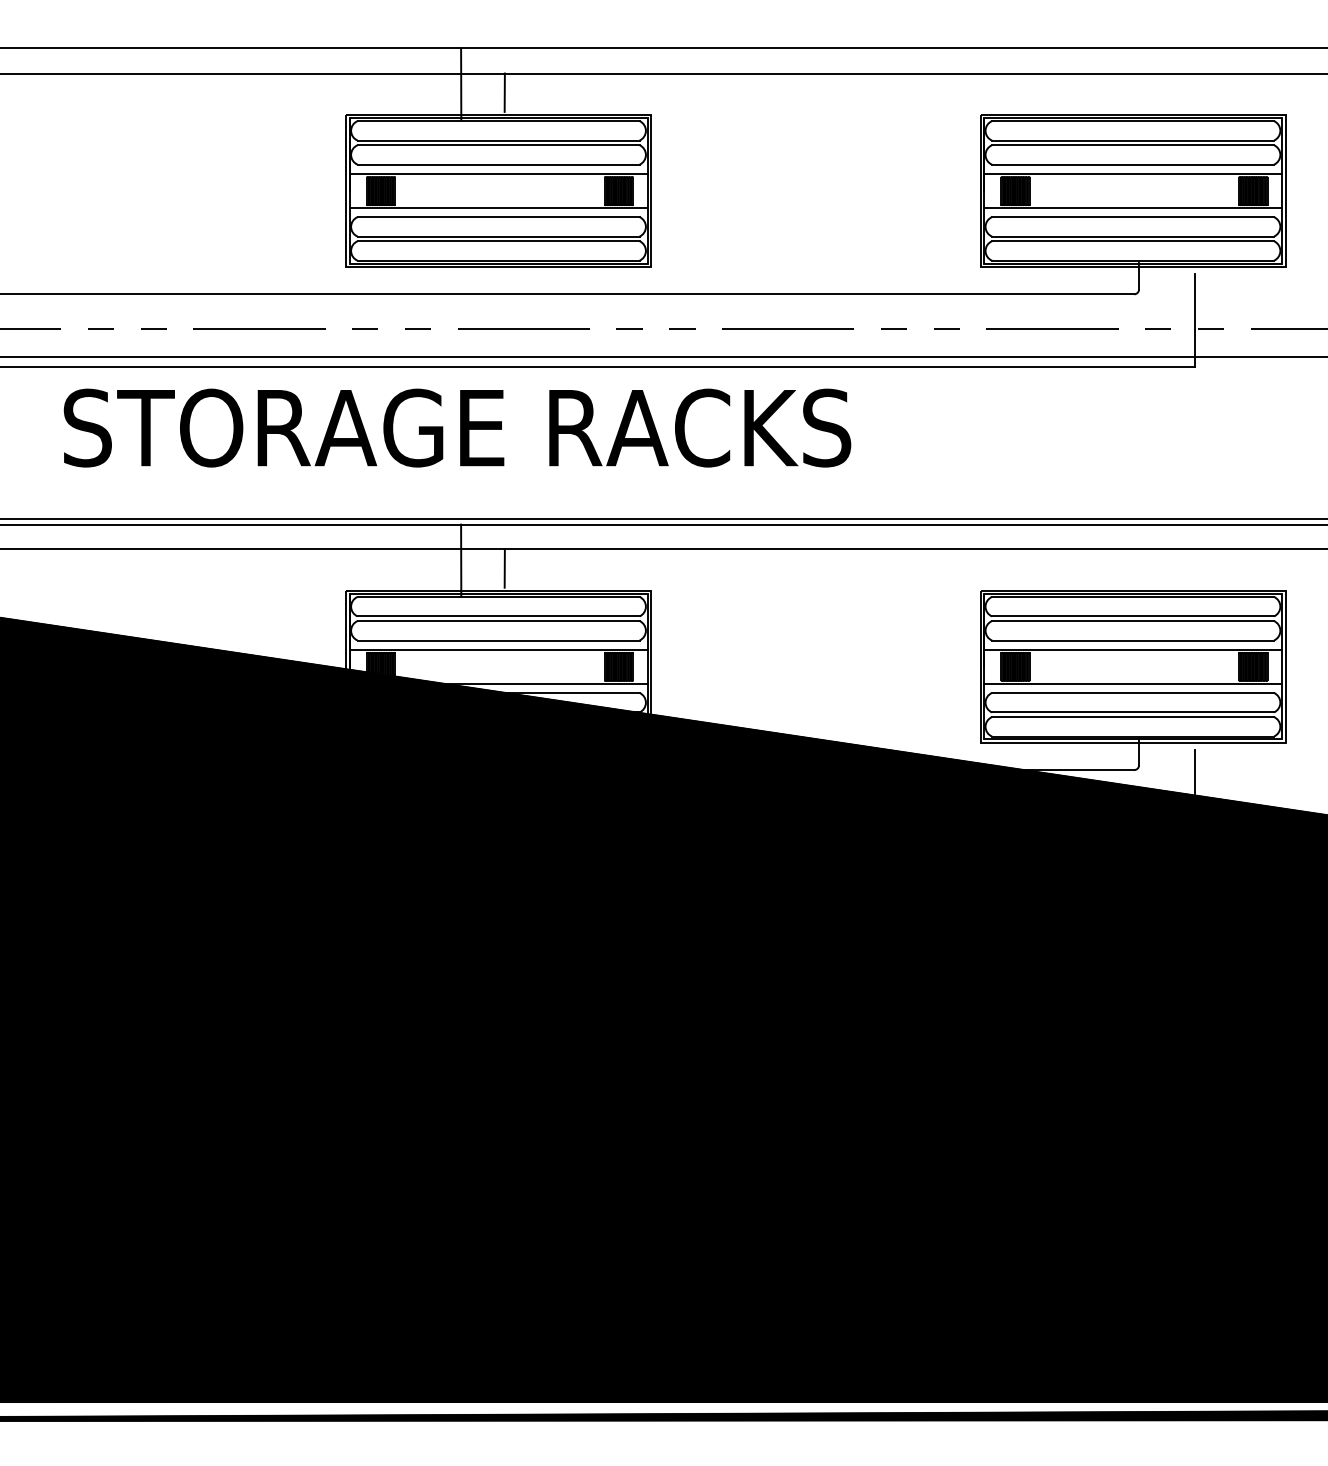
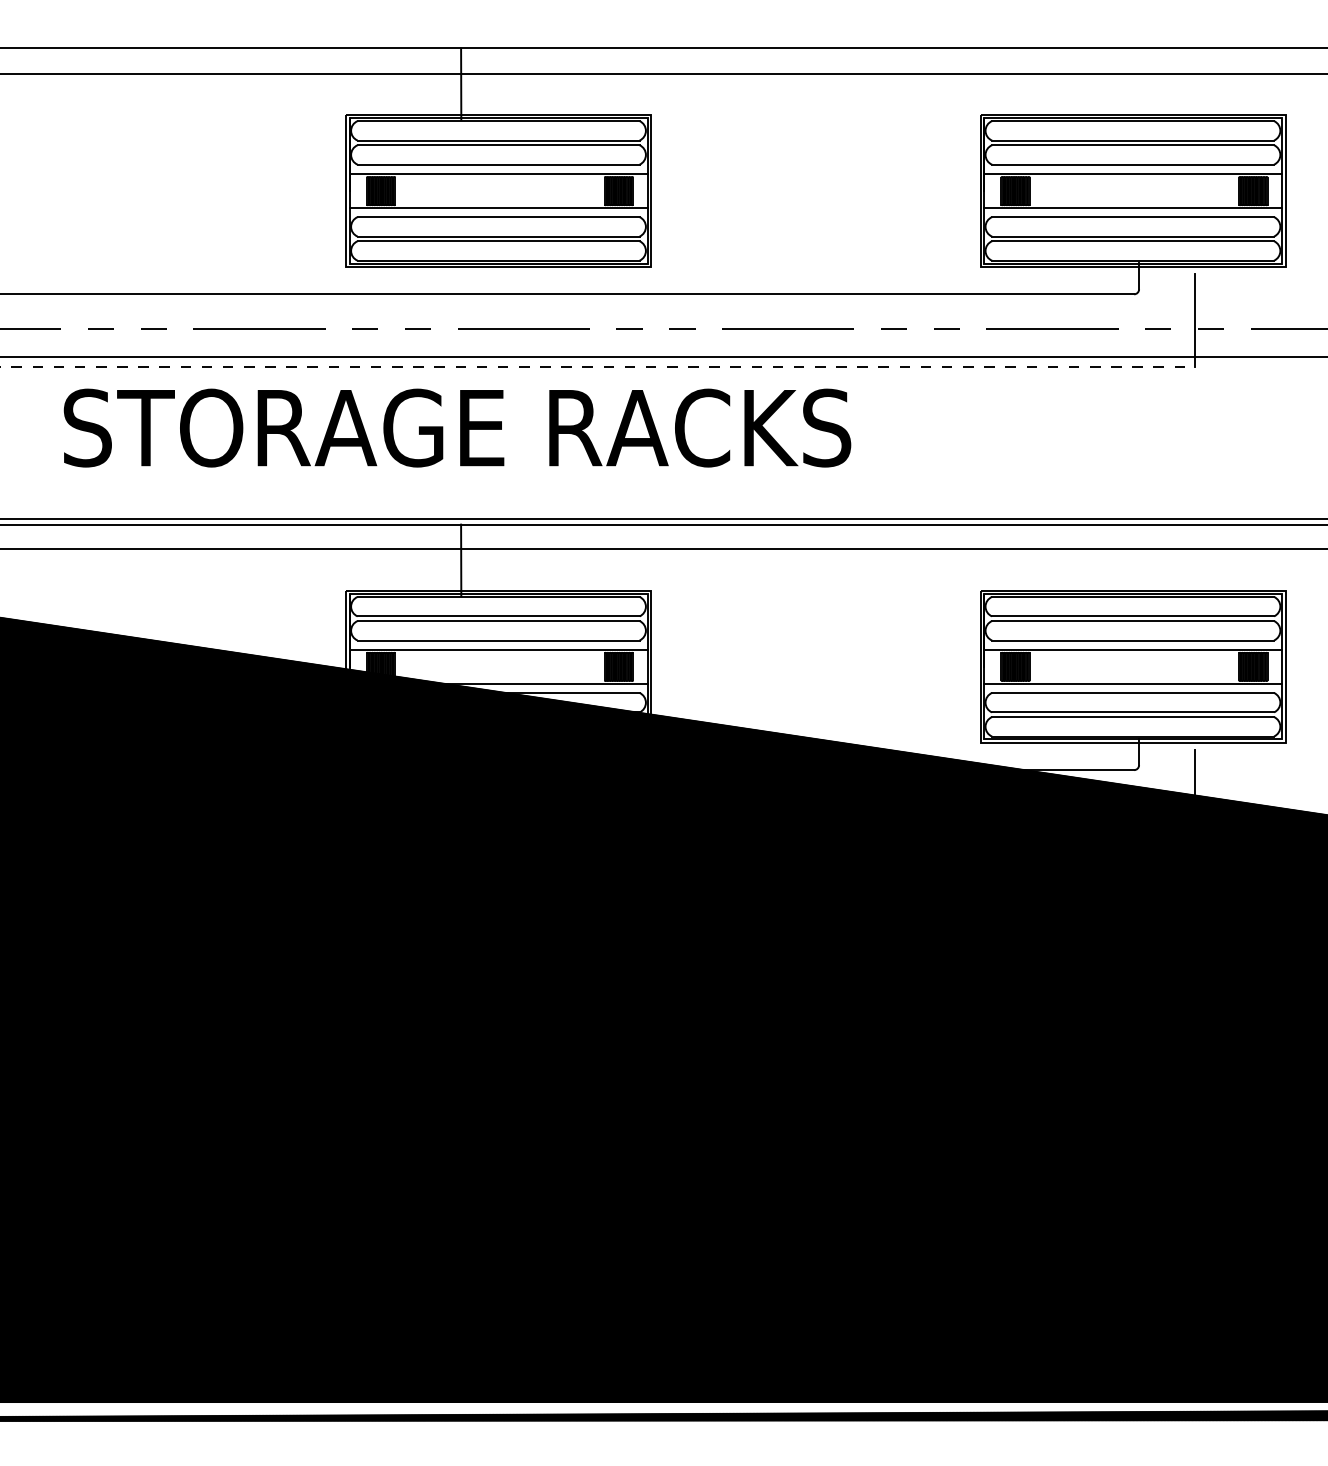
line at (504, 92): present -> none
line at (598, 366): solid -> dashed
line at (504, 568): present -> none
